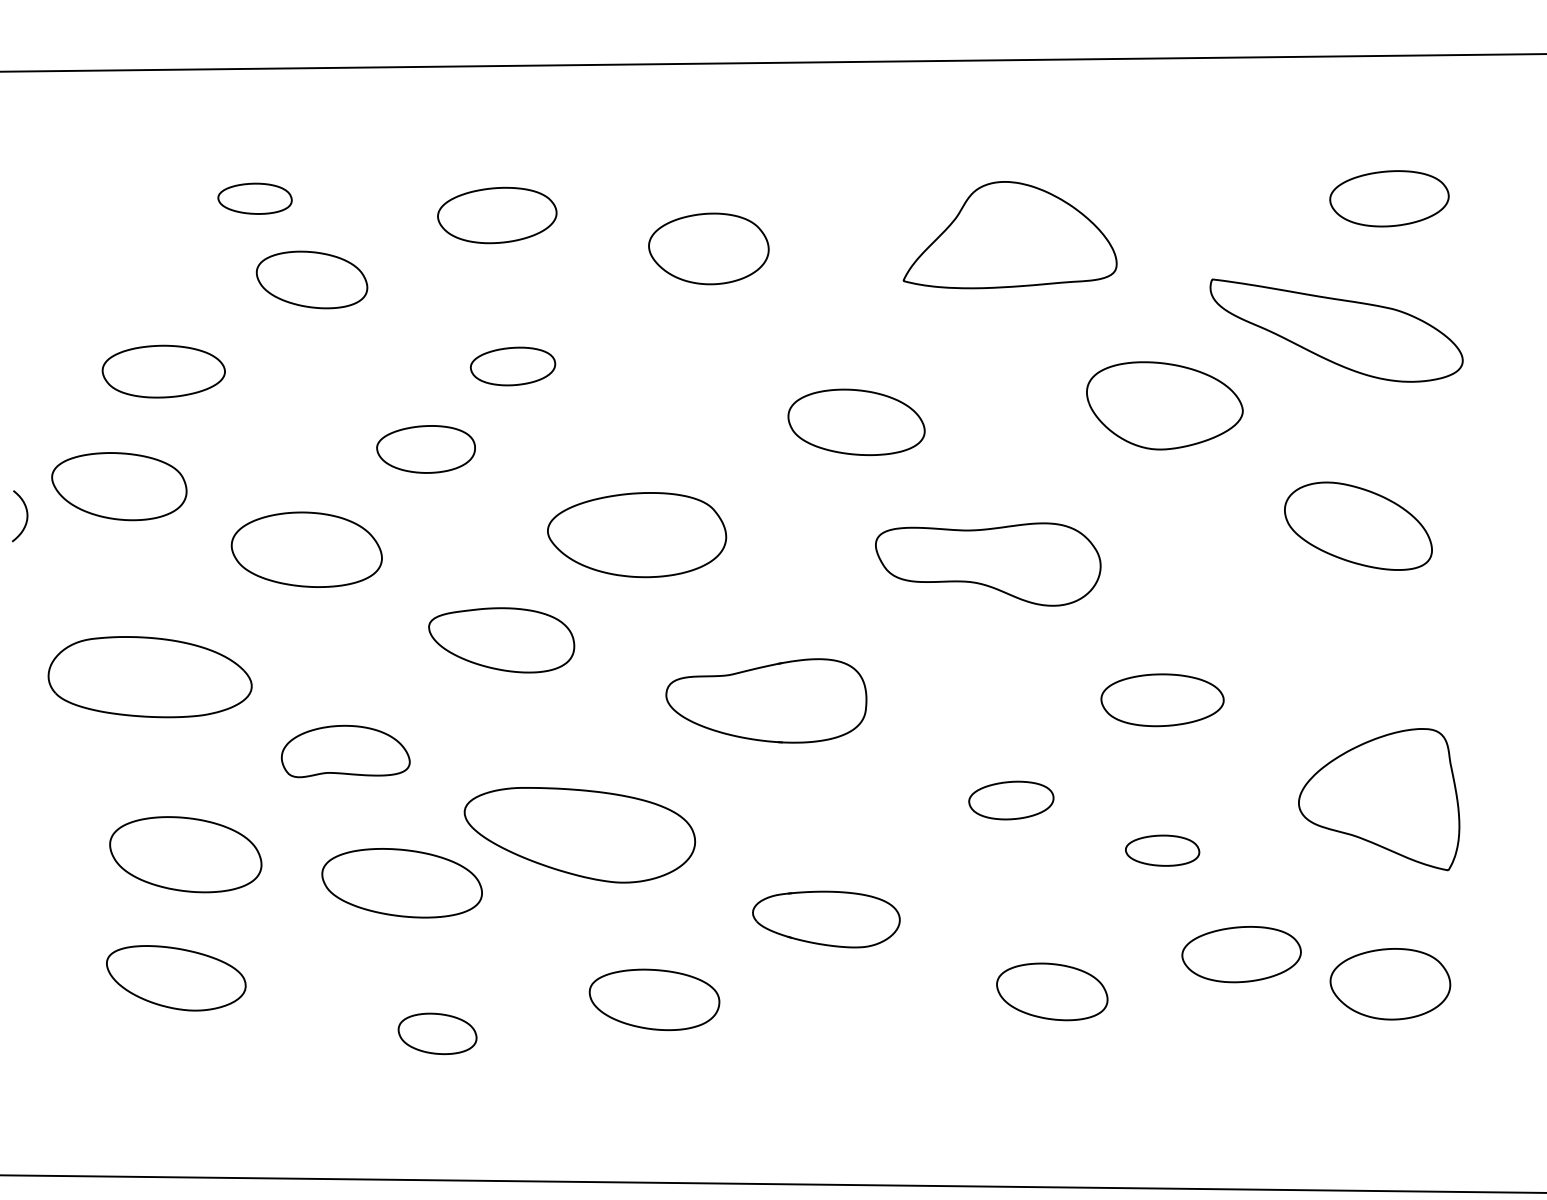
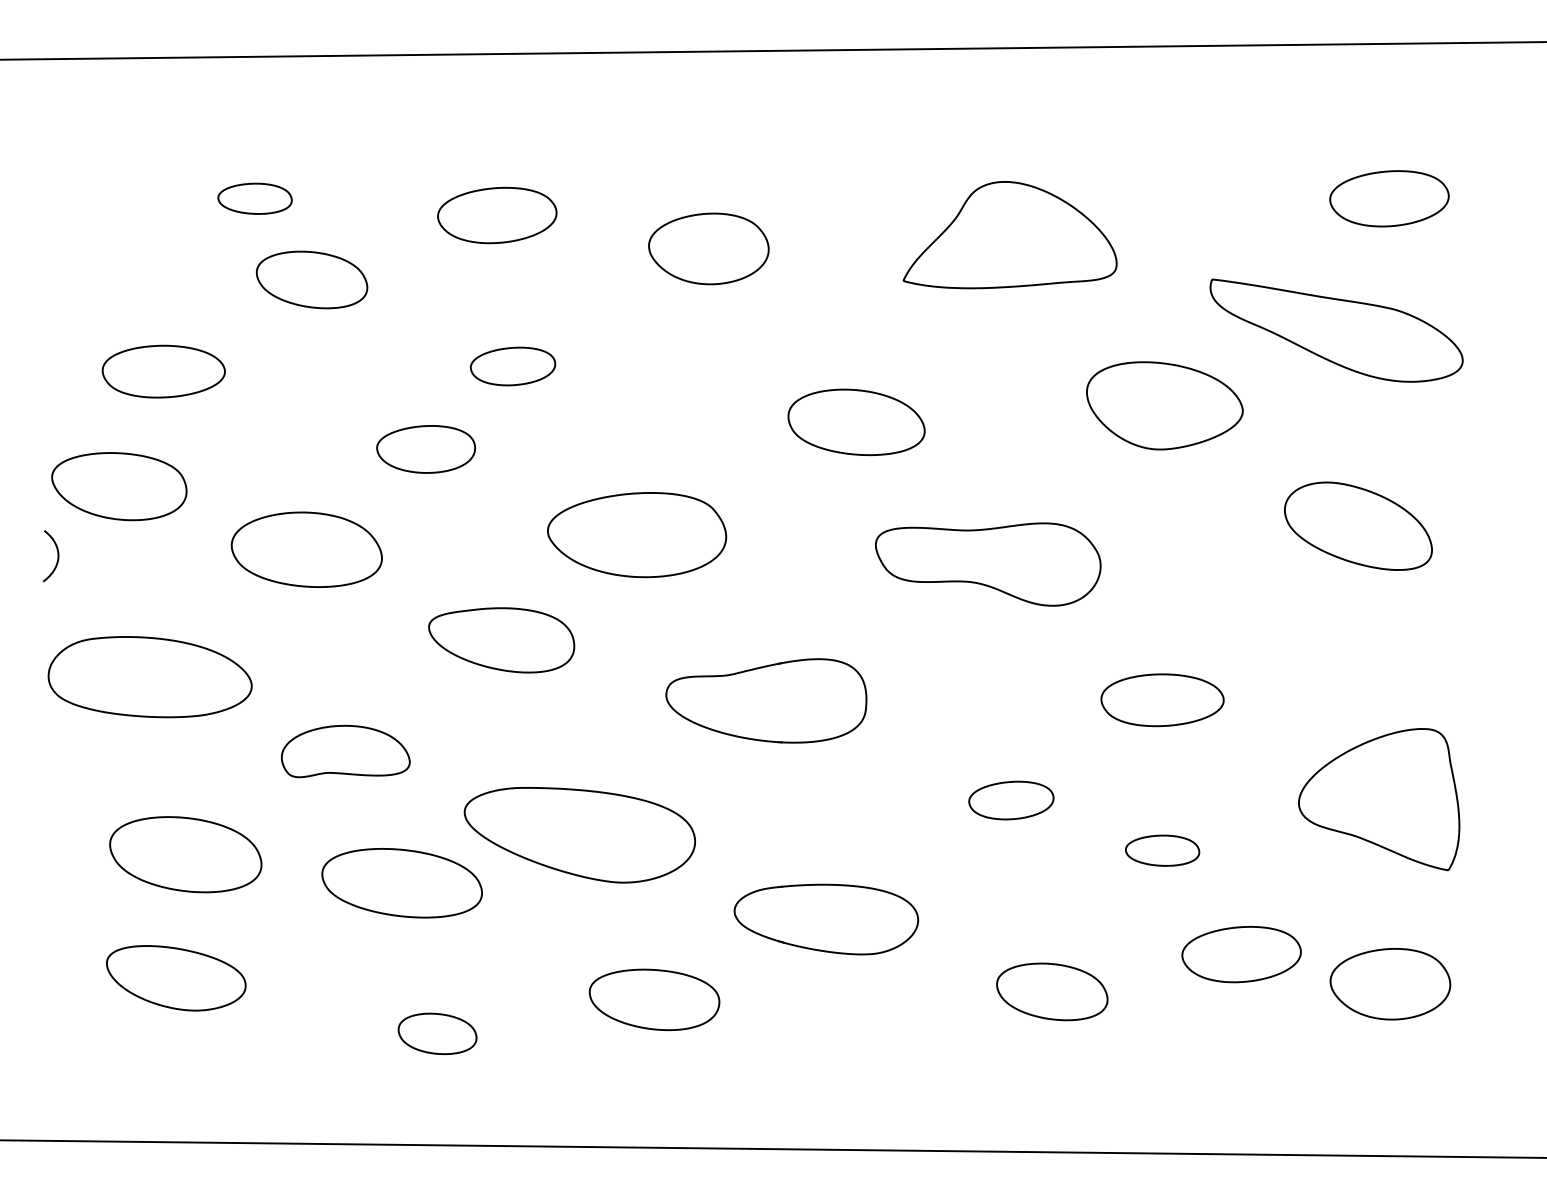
line at (772, 62) position: (772, 62) -> (772, 50)
curve at (26, 516) position: (26, 516) -> (57, 556)
part at (826, 919) size: 149x59 px -> 187x73 px
line at (772, 1183) position: (772, 1183) -> (772, 1148)
